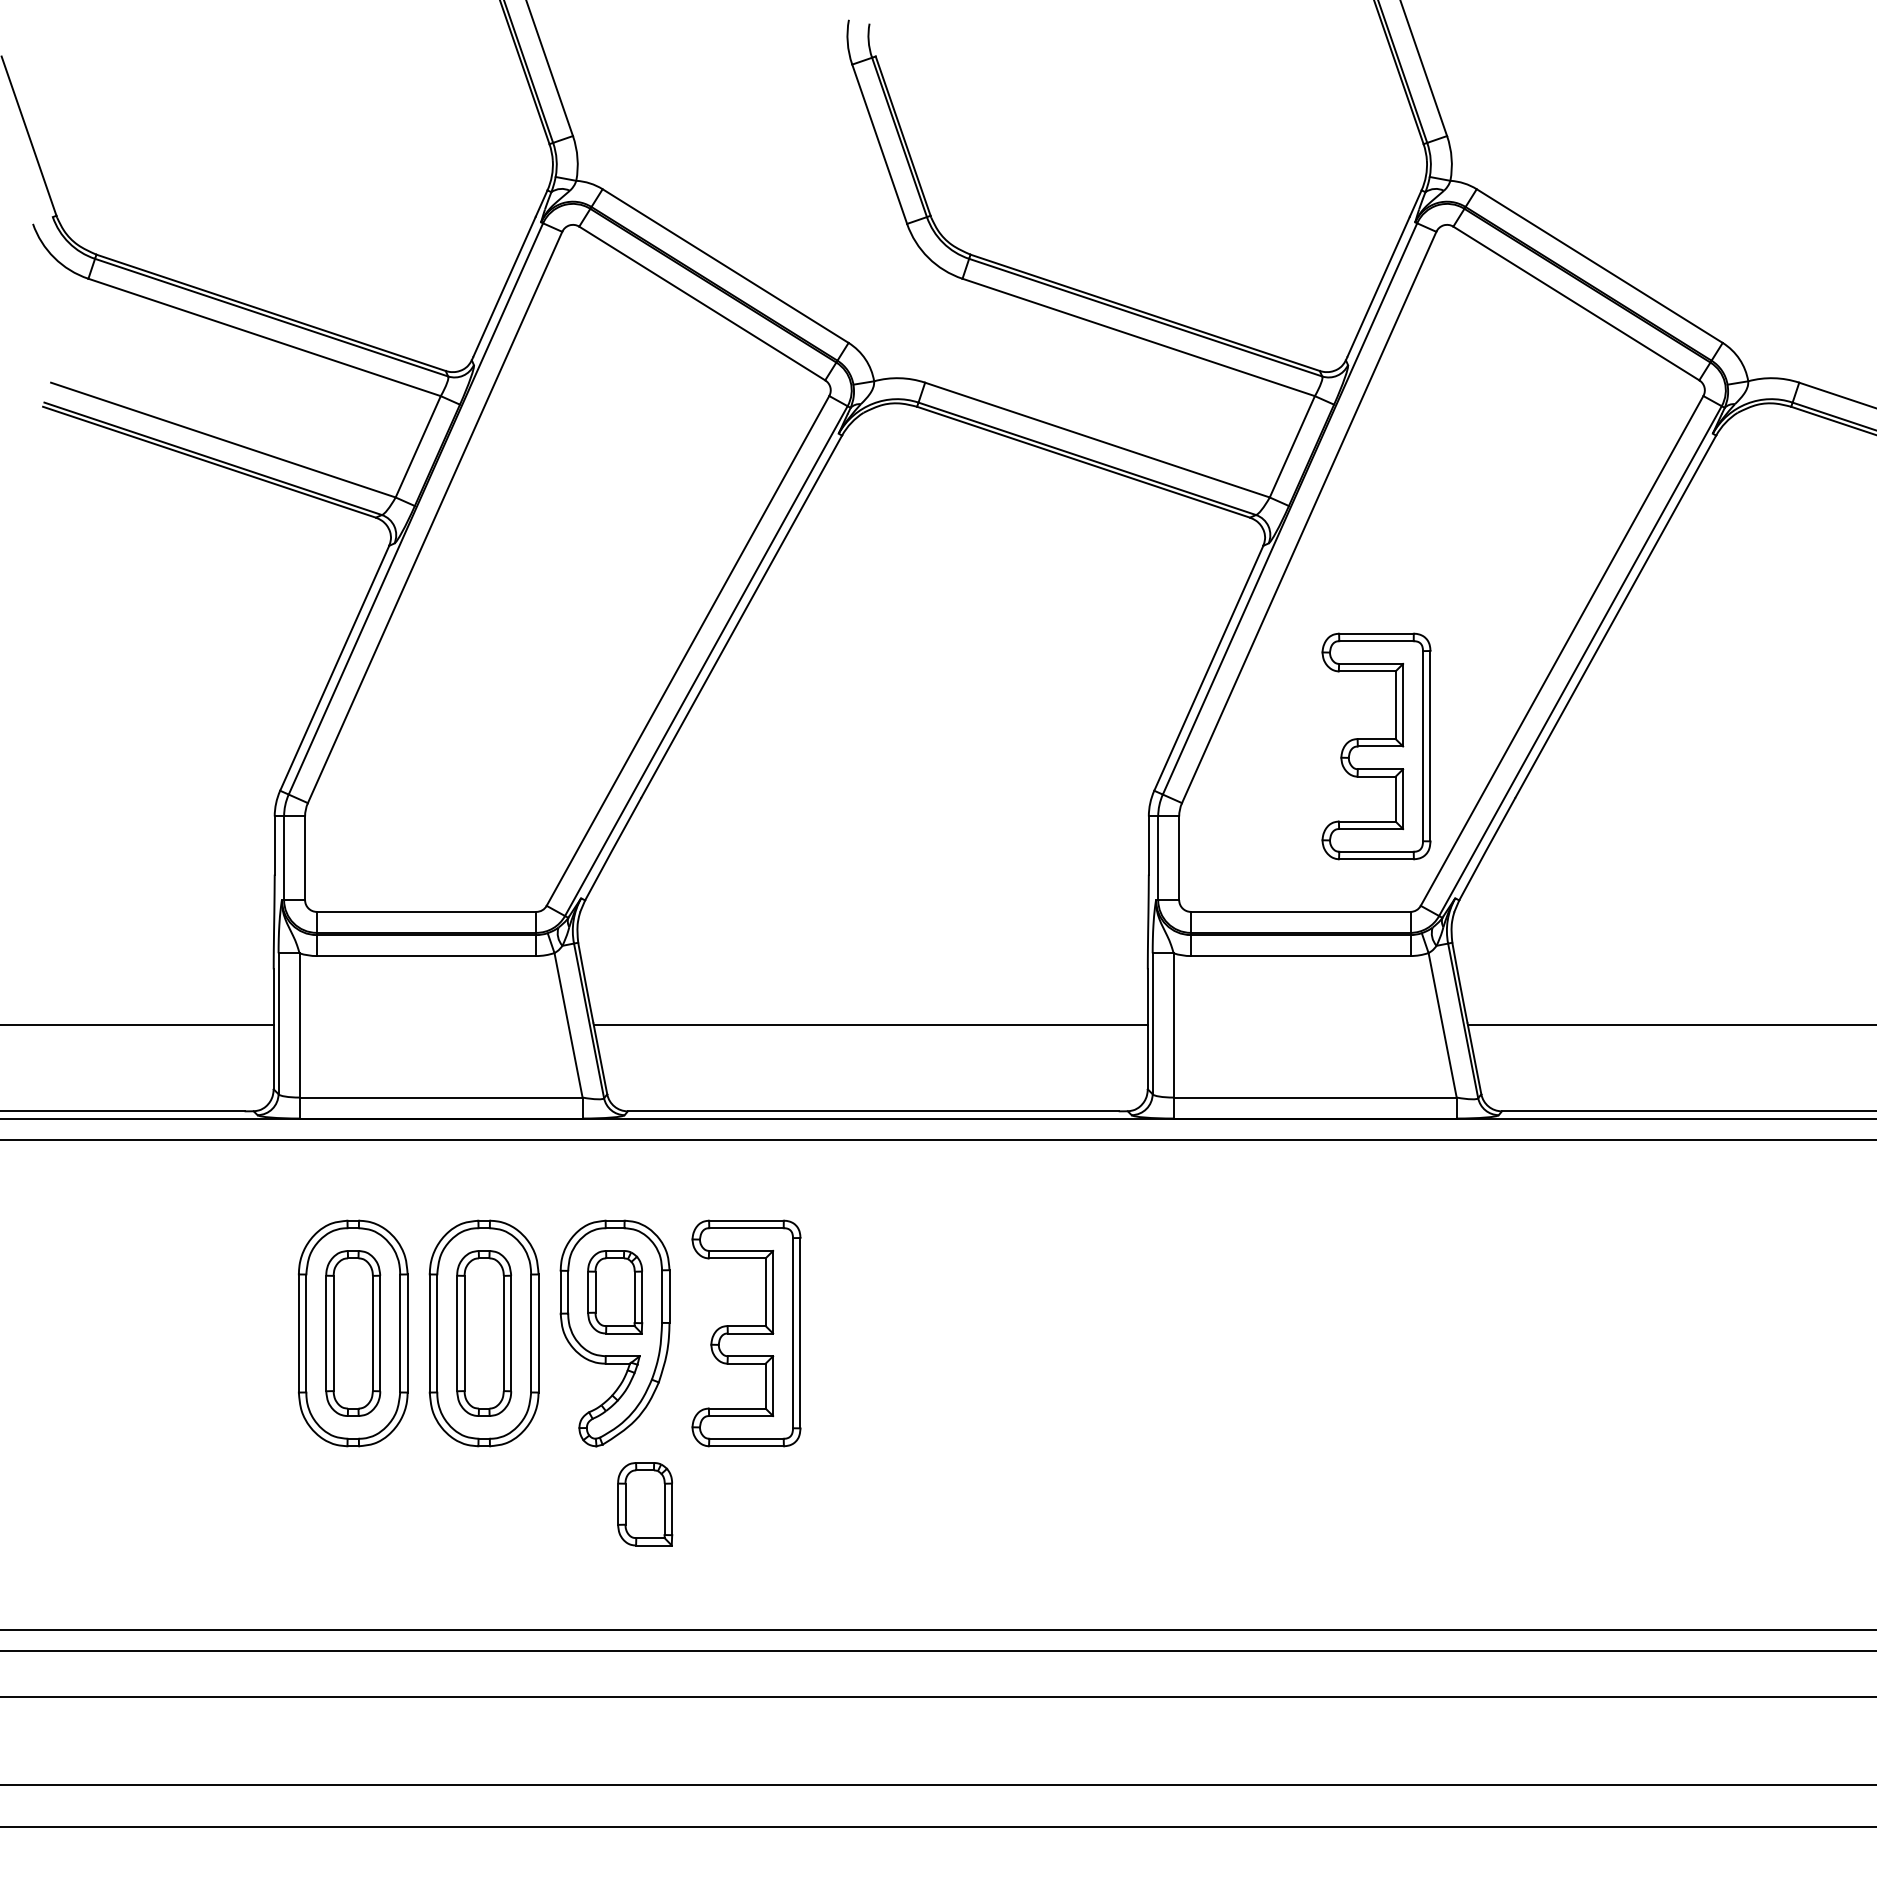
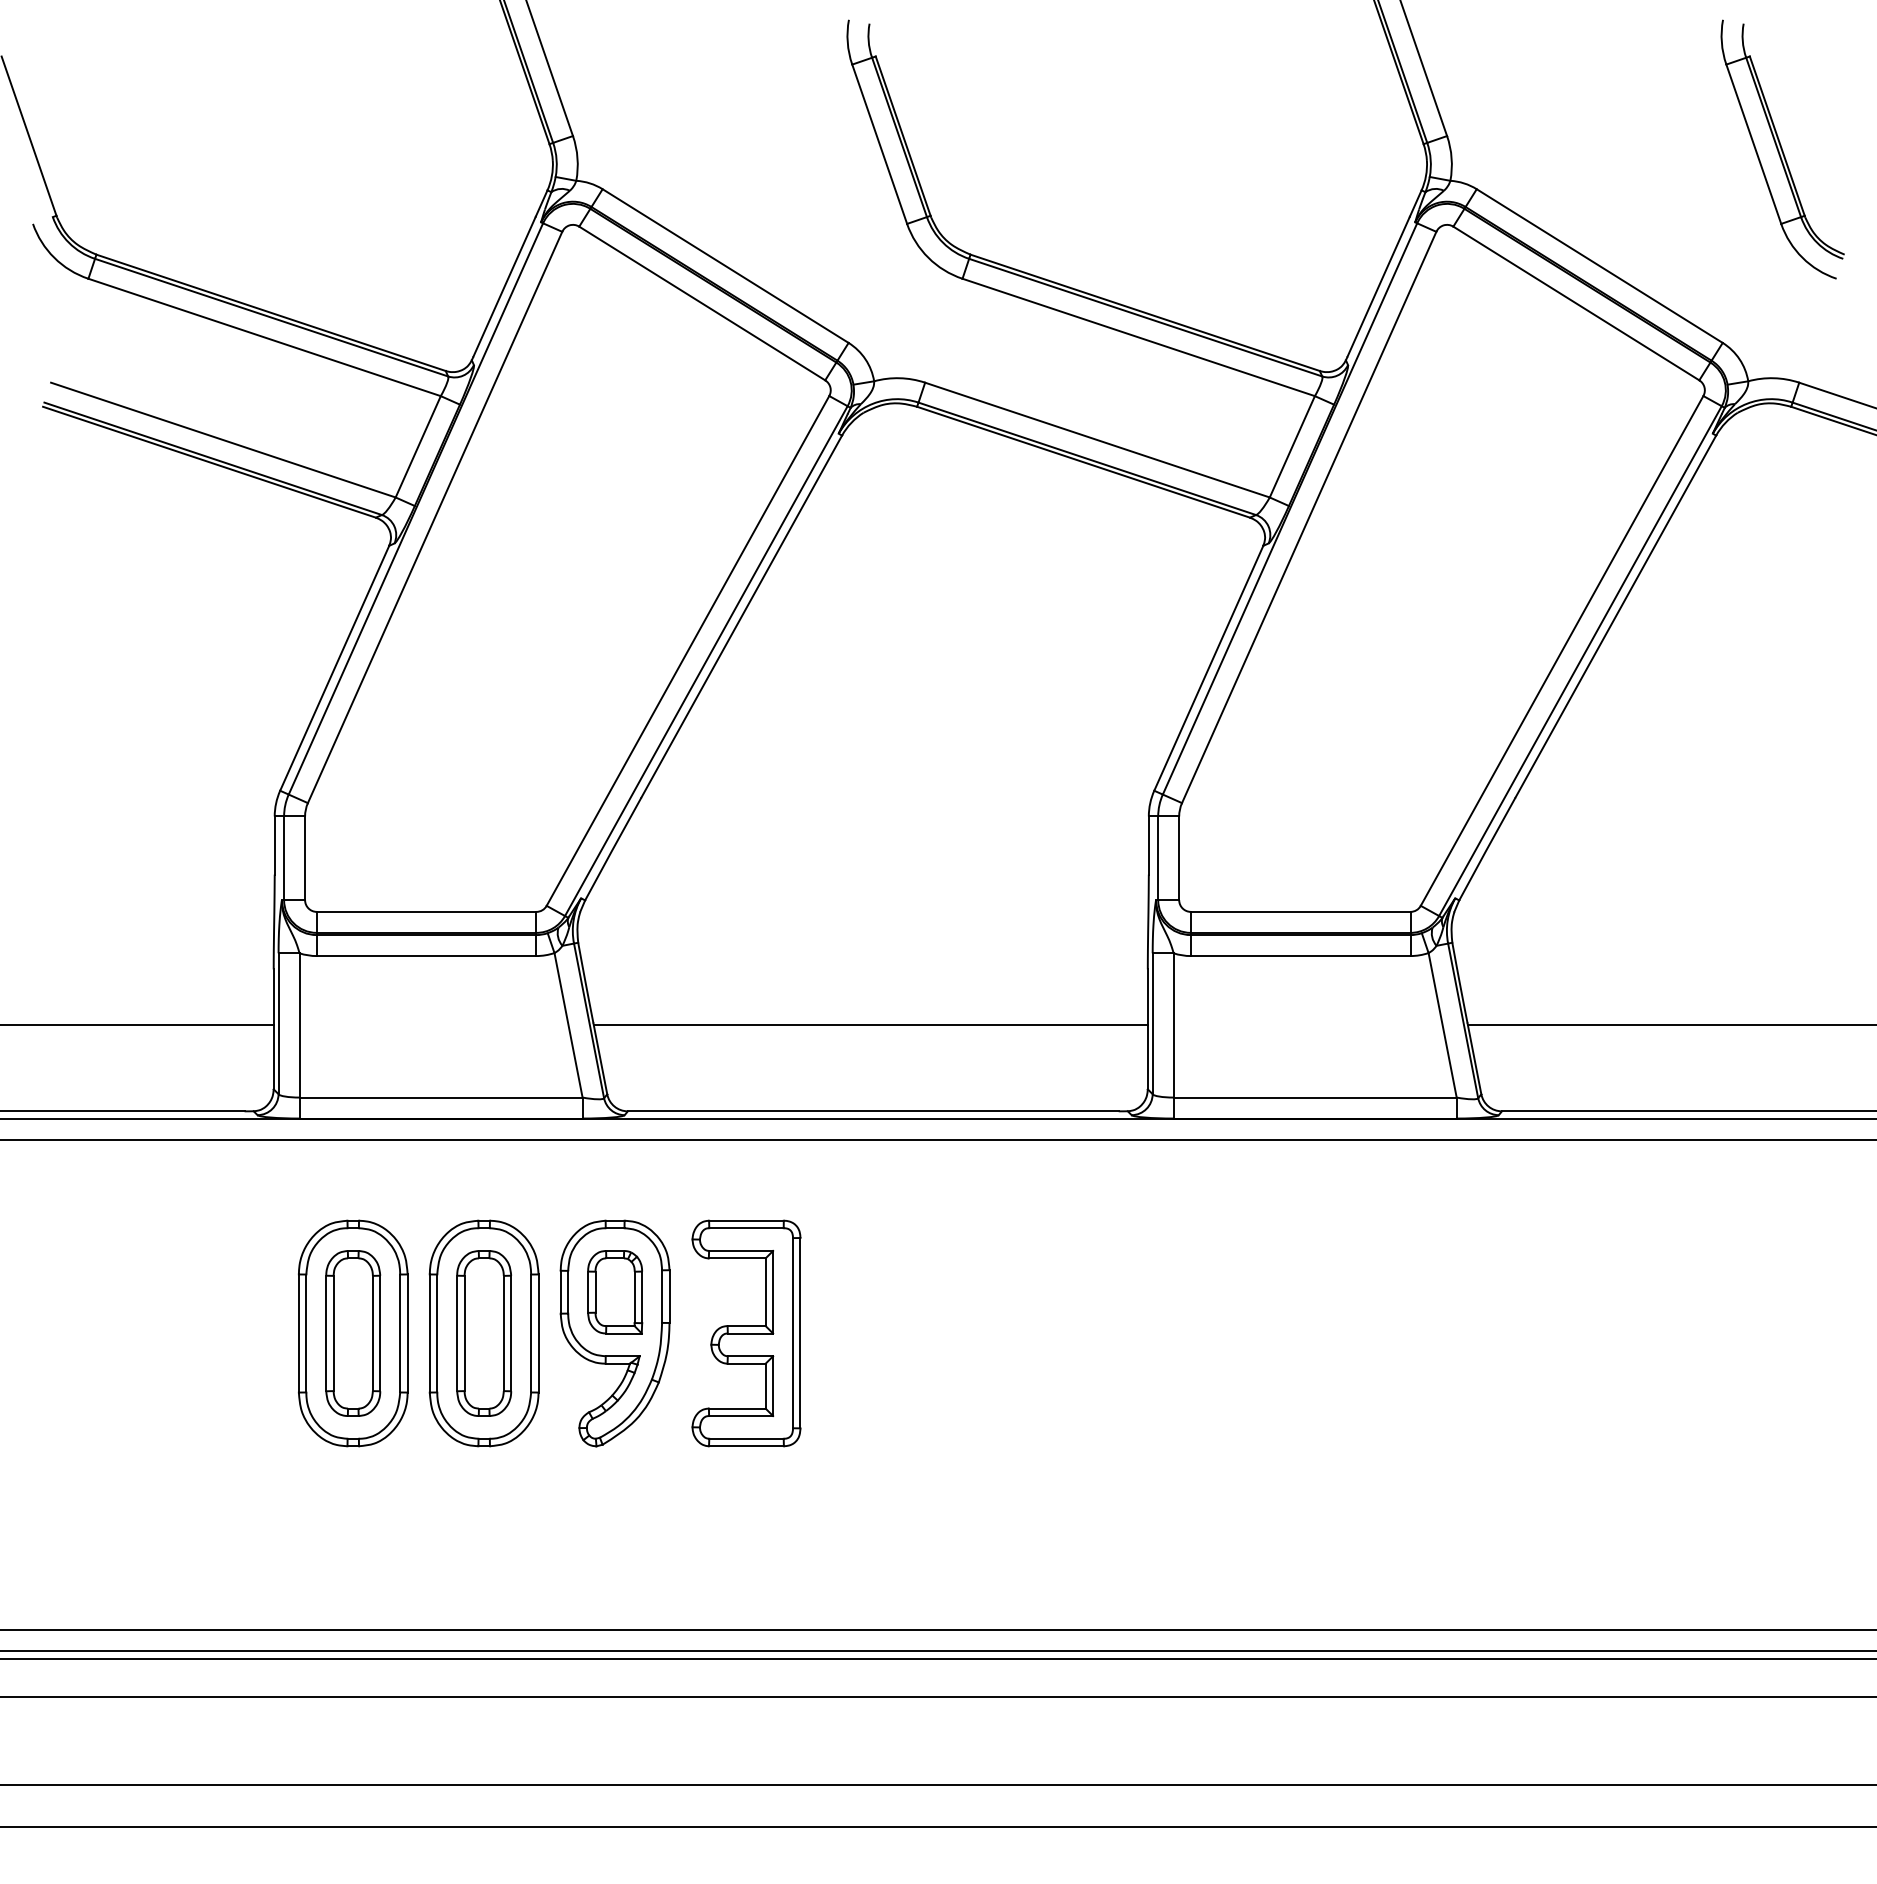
part at (1782, 149): none -> present
part at (1376, 746): present -> none
part at (645, 1504): present -> none
line at (937, 1658): none -> present
